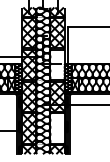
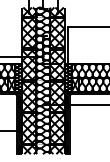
hatch at (57, 64): none -> present
hatch at (57, 128): none -> present
